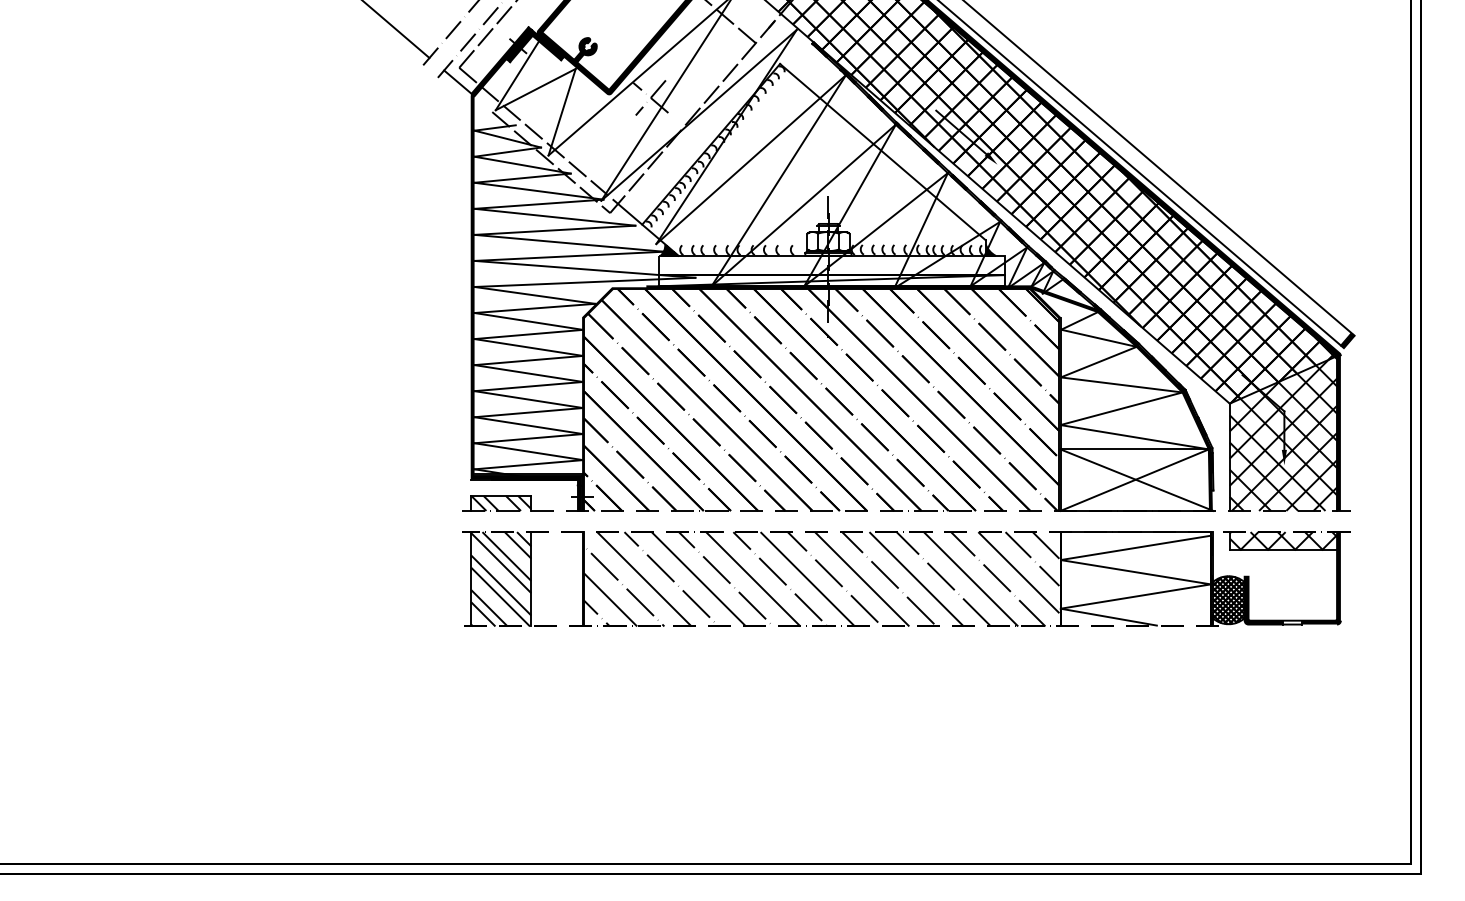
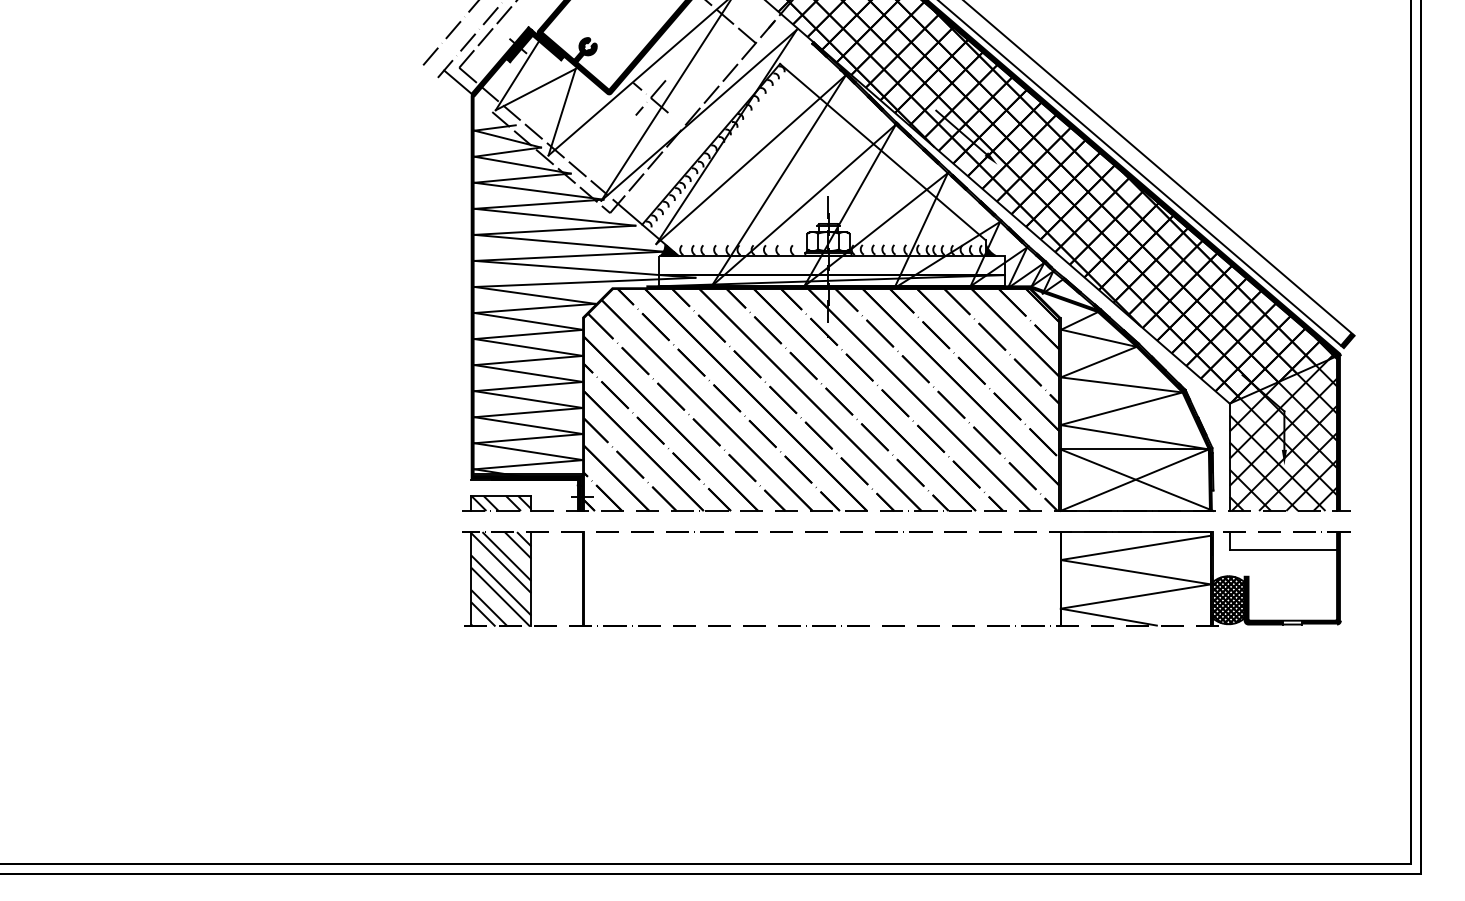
line at (396, 30): present -> none
hatch at (1283, 541): present -> none
hatch at (821, 579): present -> none
